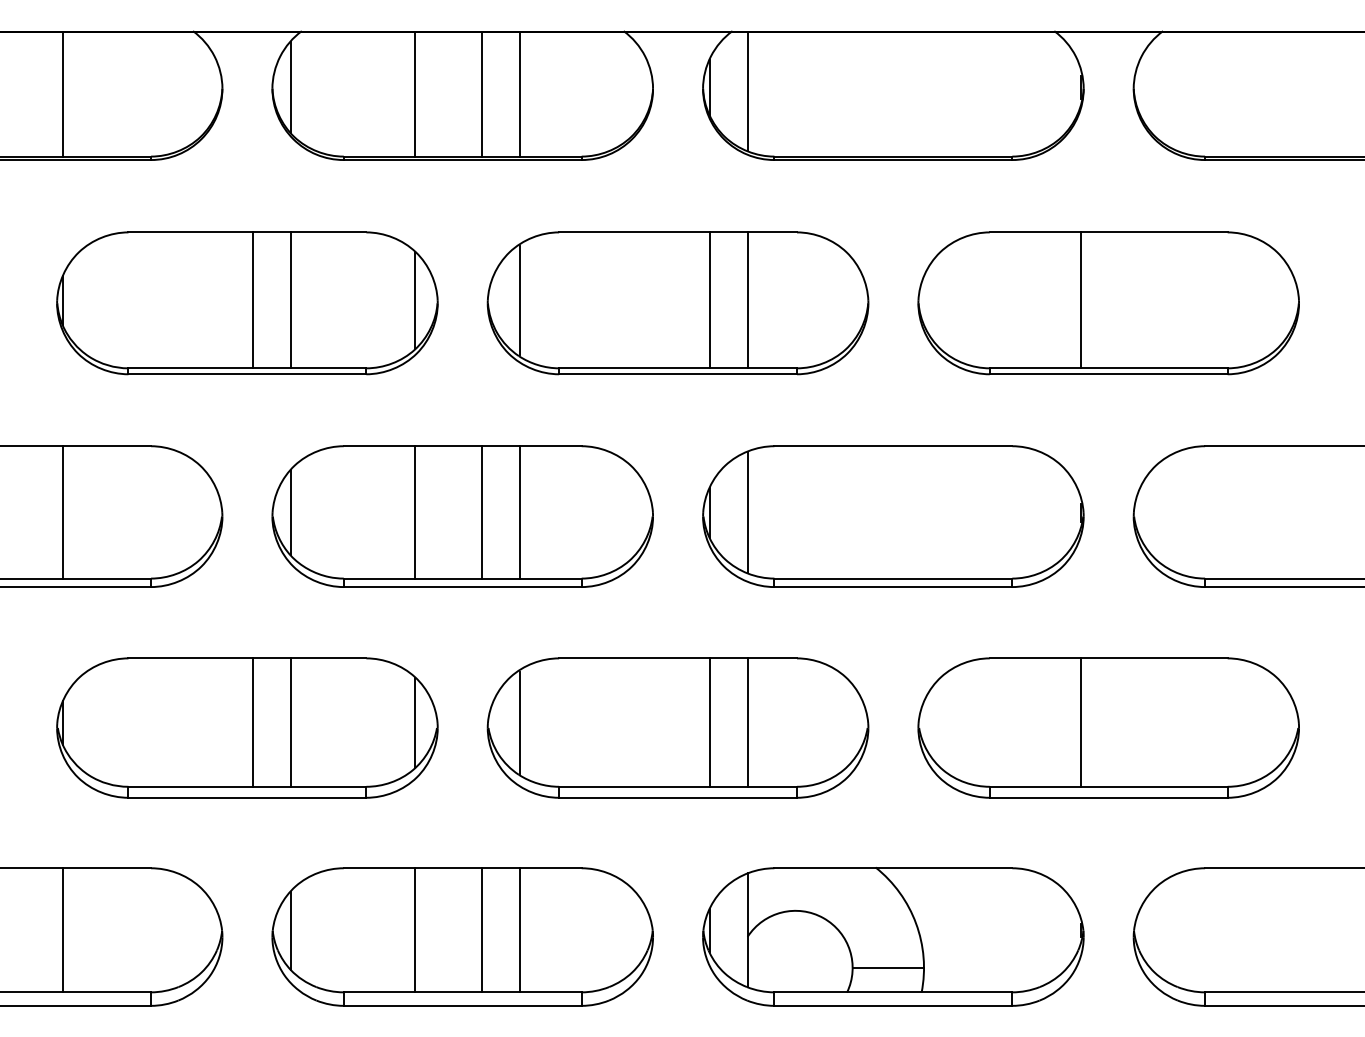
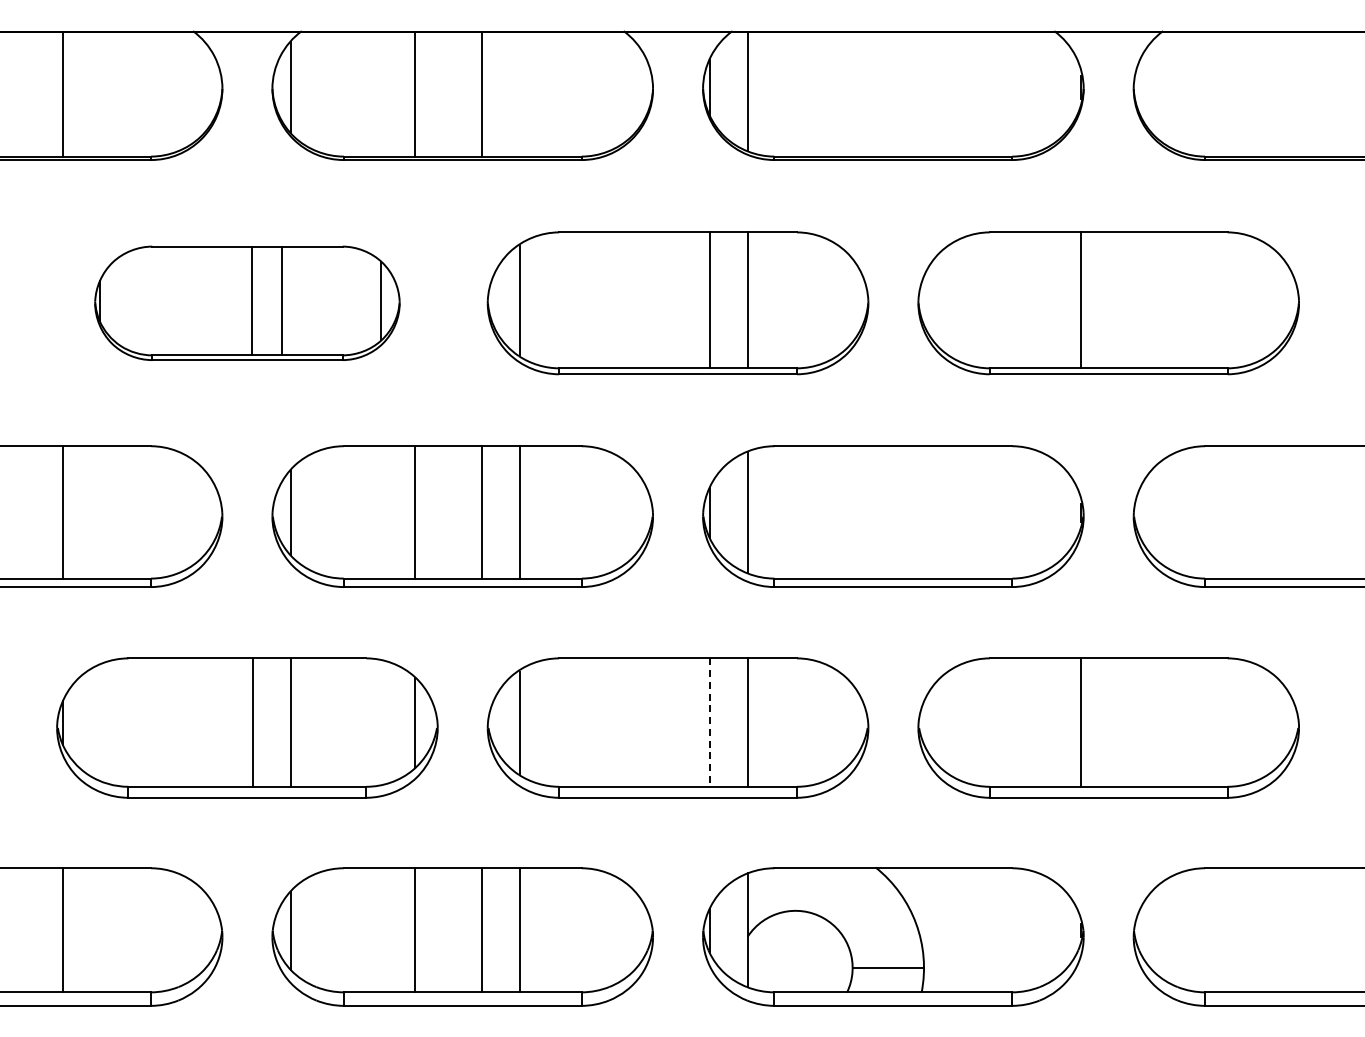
line at (519, 94): present -> none
part at (247, 303) size: 383x145 px -> 307x116 px
line at (709, 723): solid -> dashed
